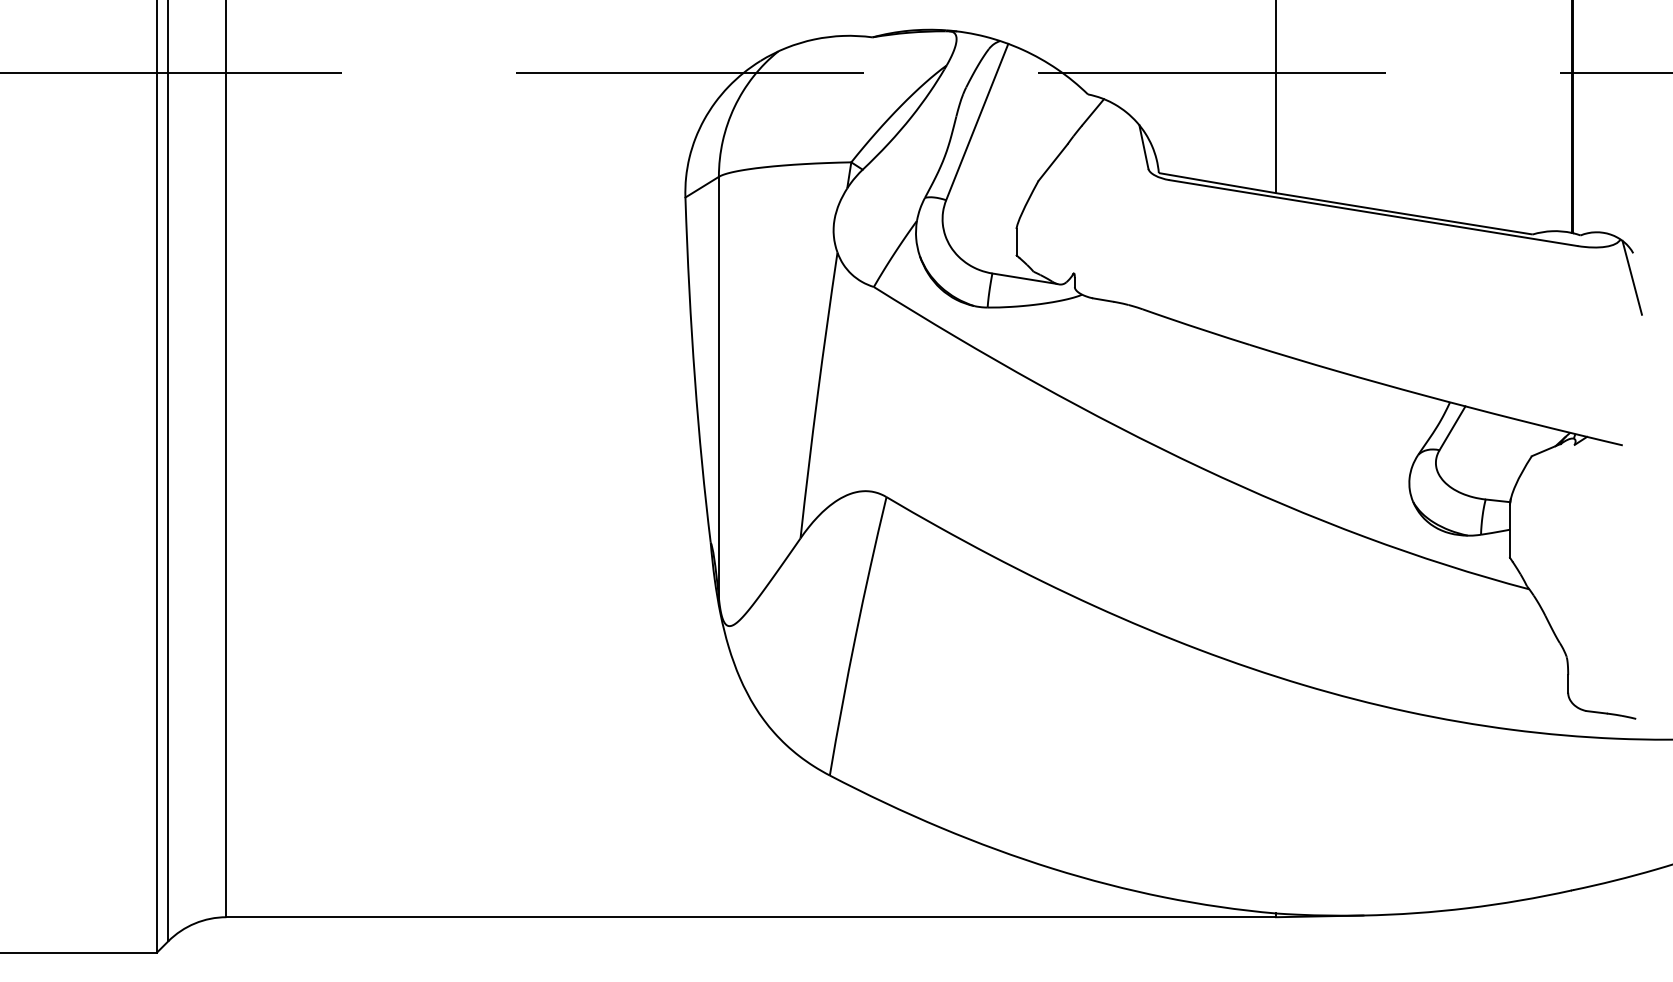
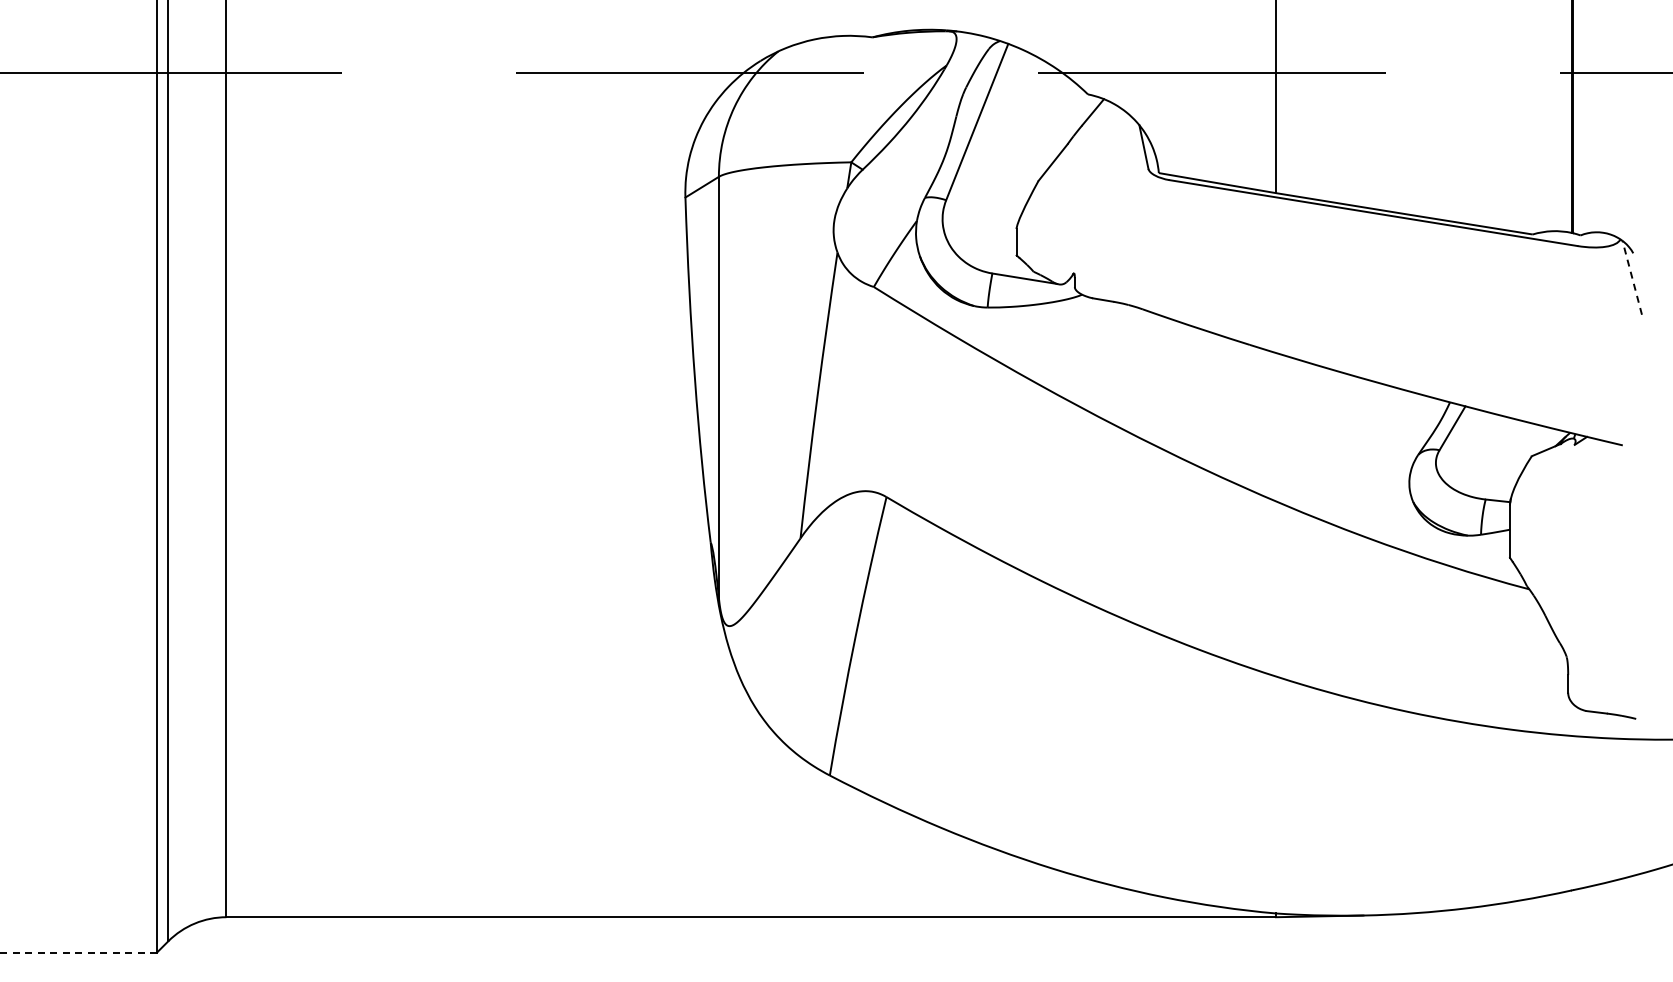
line at (1632, 277): solid -> dashed
line at (78, 952): solid -> dashed
